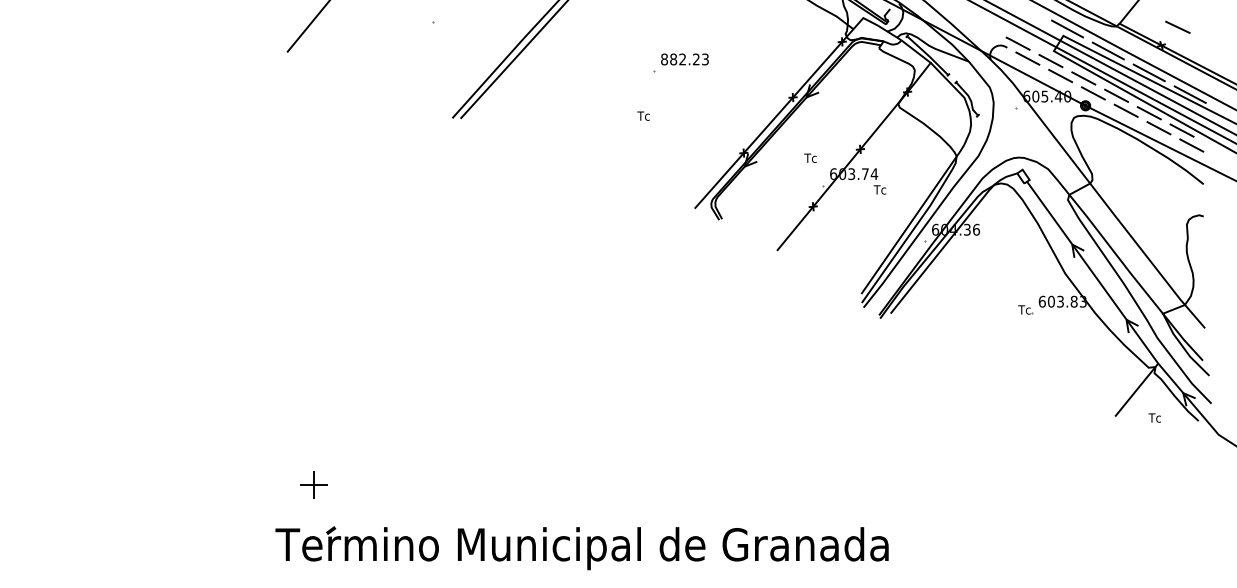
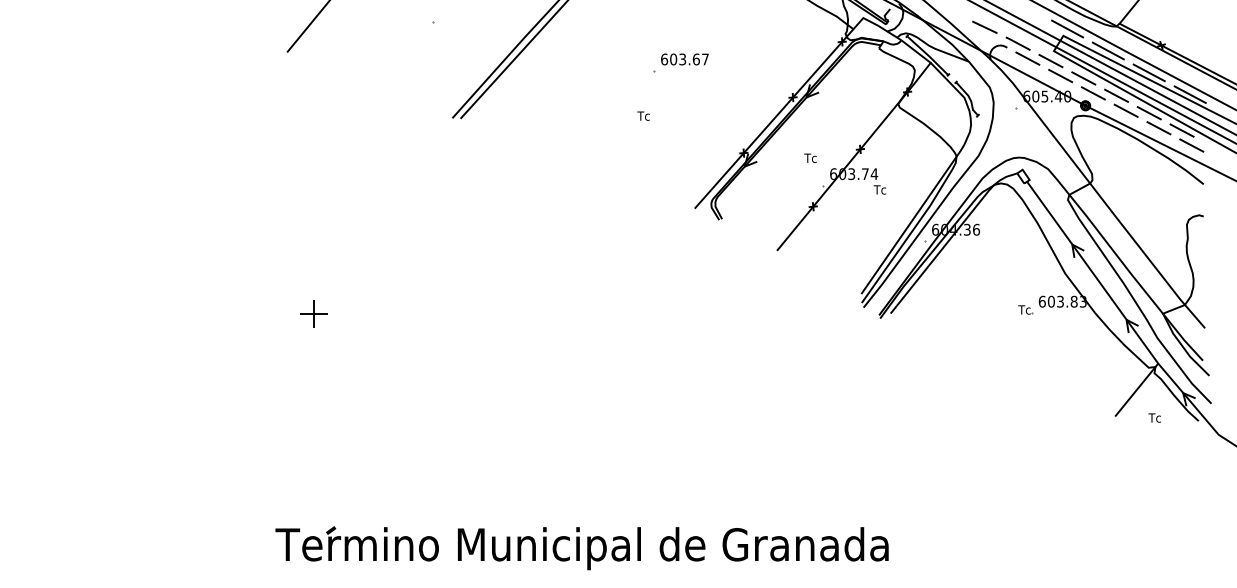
line at (1177, 26) position: (1177, 26) -> (984, 26)
text at (684, 59): 882.23 -> 603.67
part at (313, 484) position: (313, 484) -> (313, 313)
